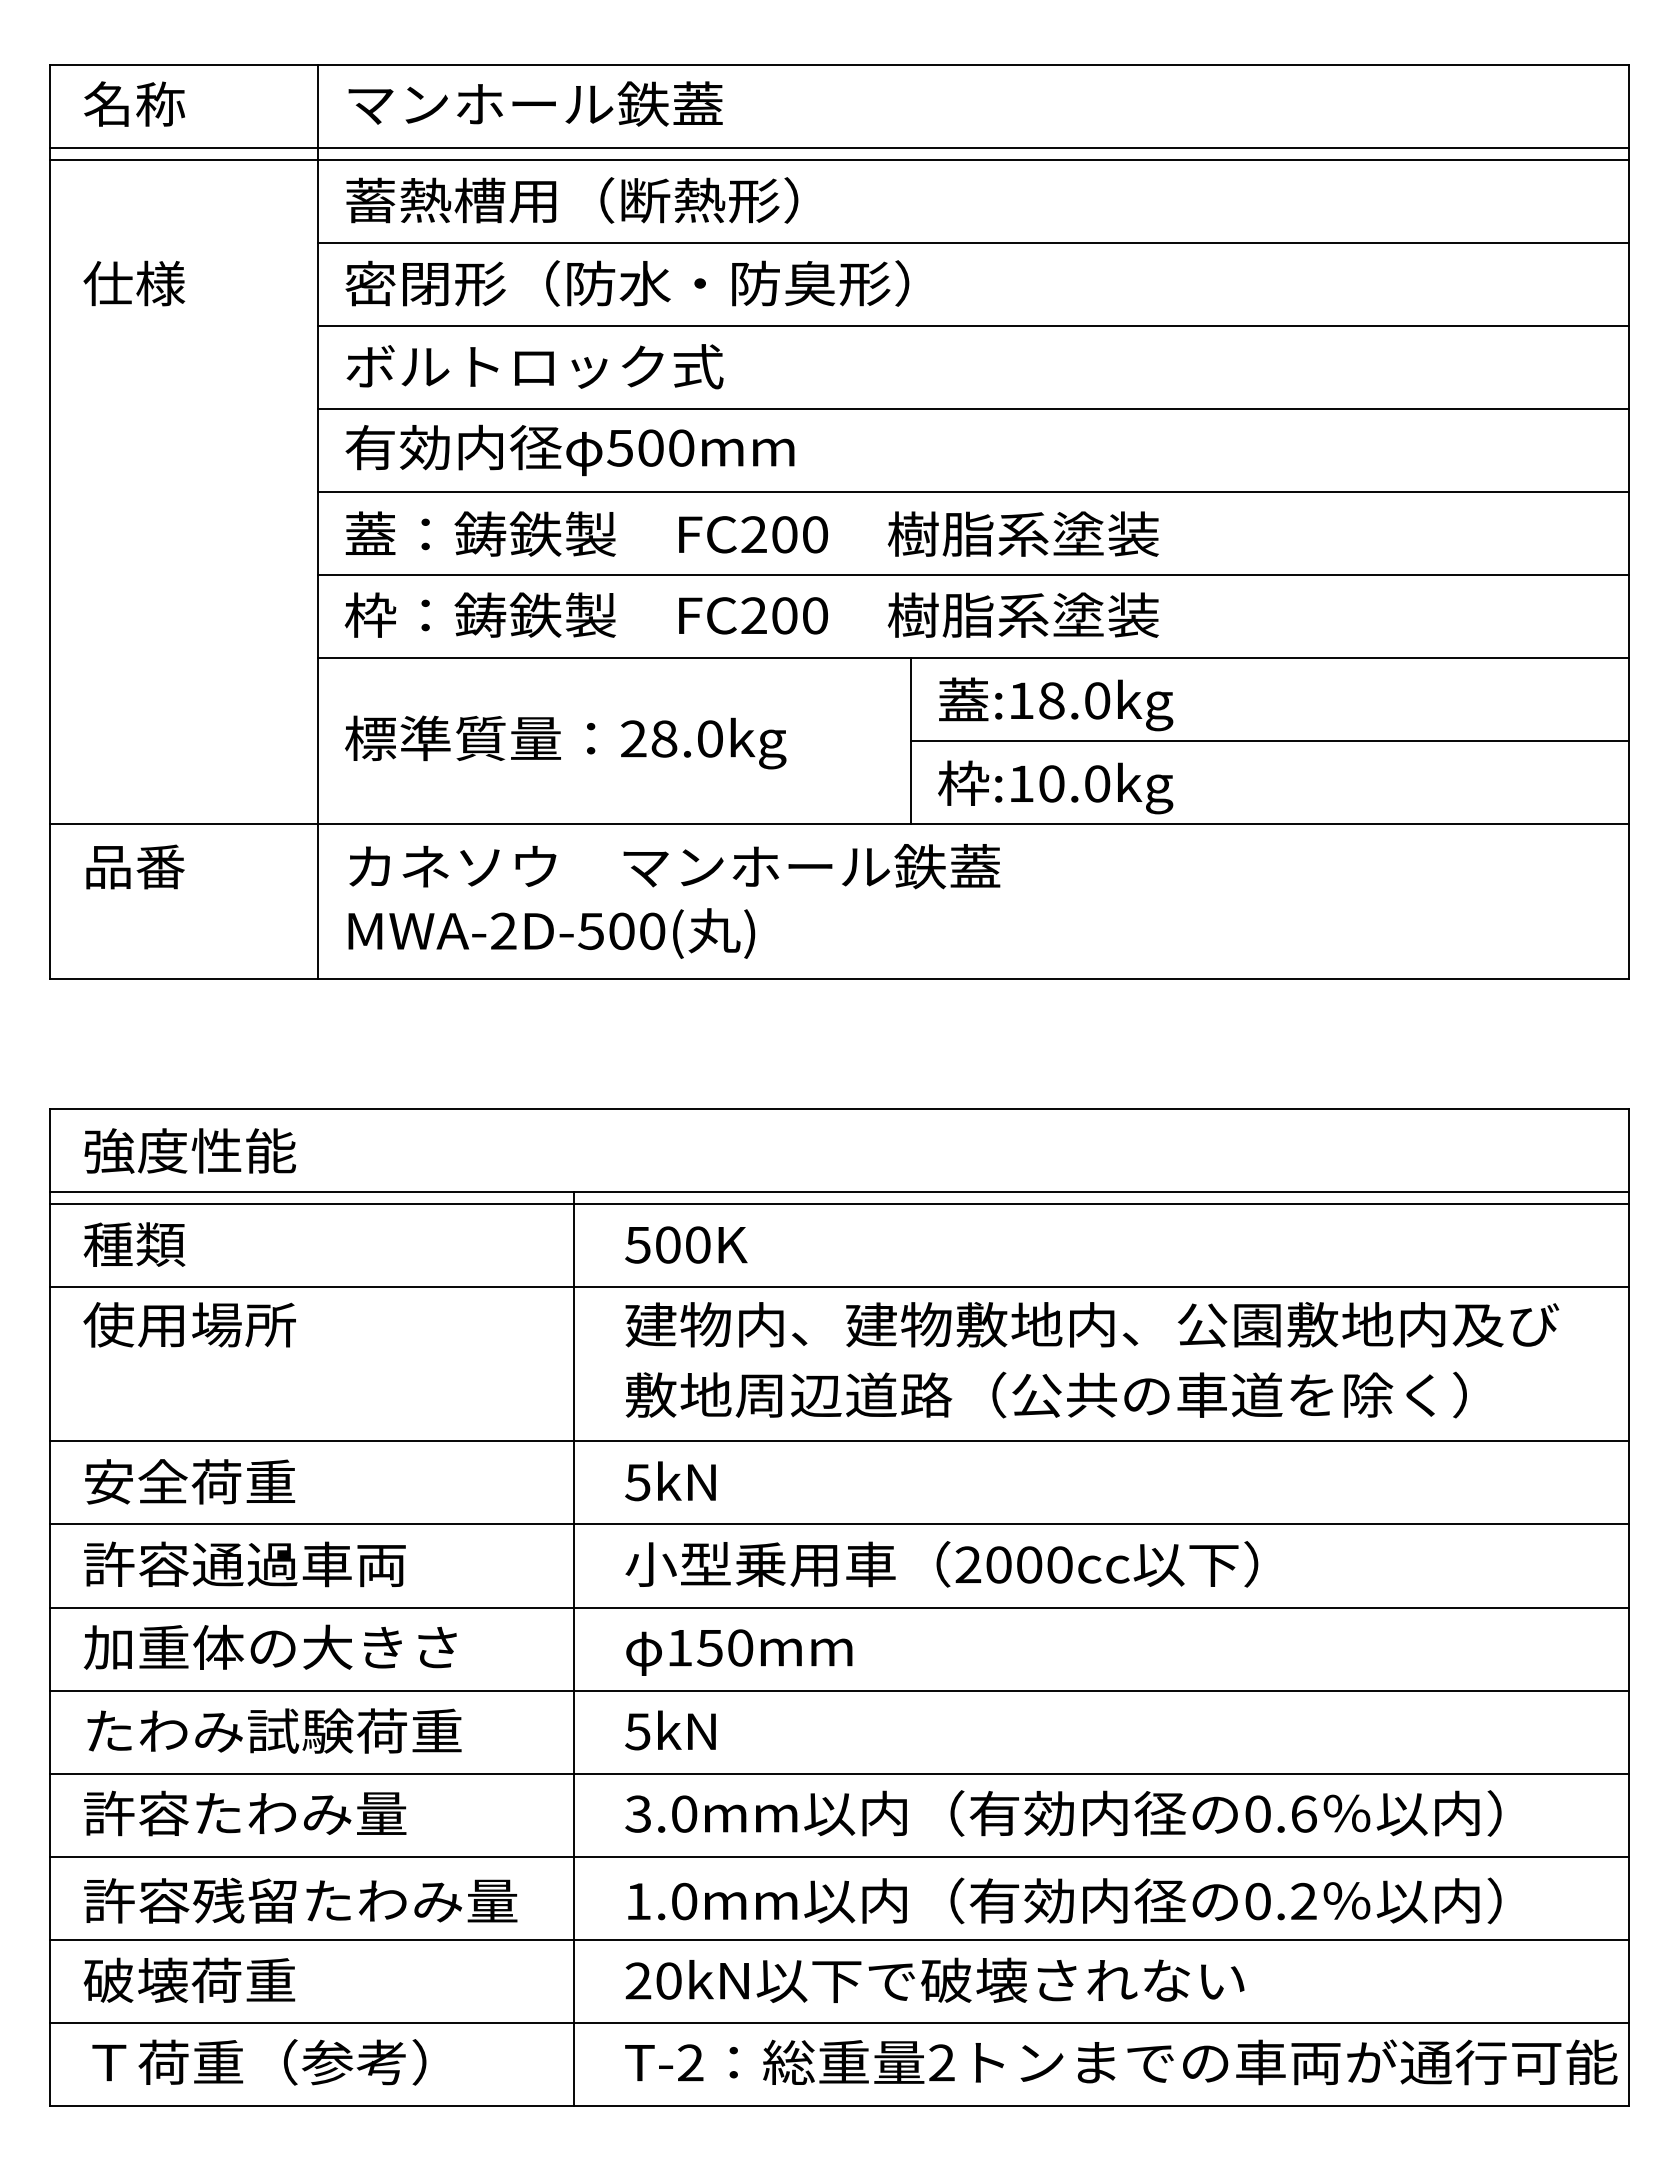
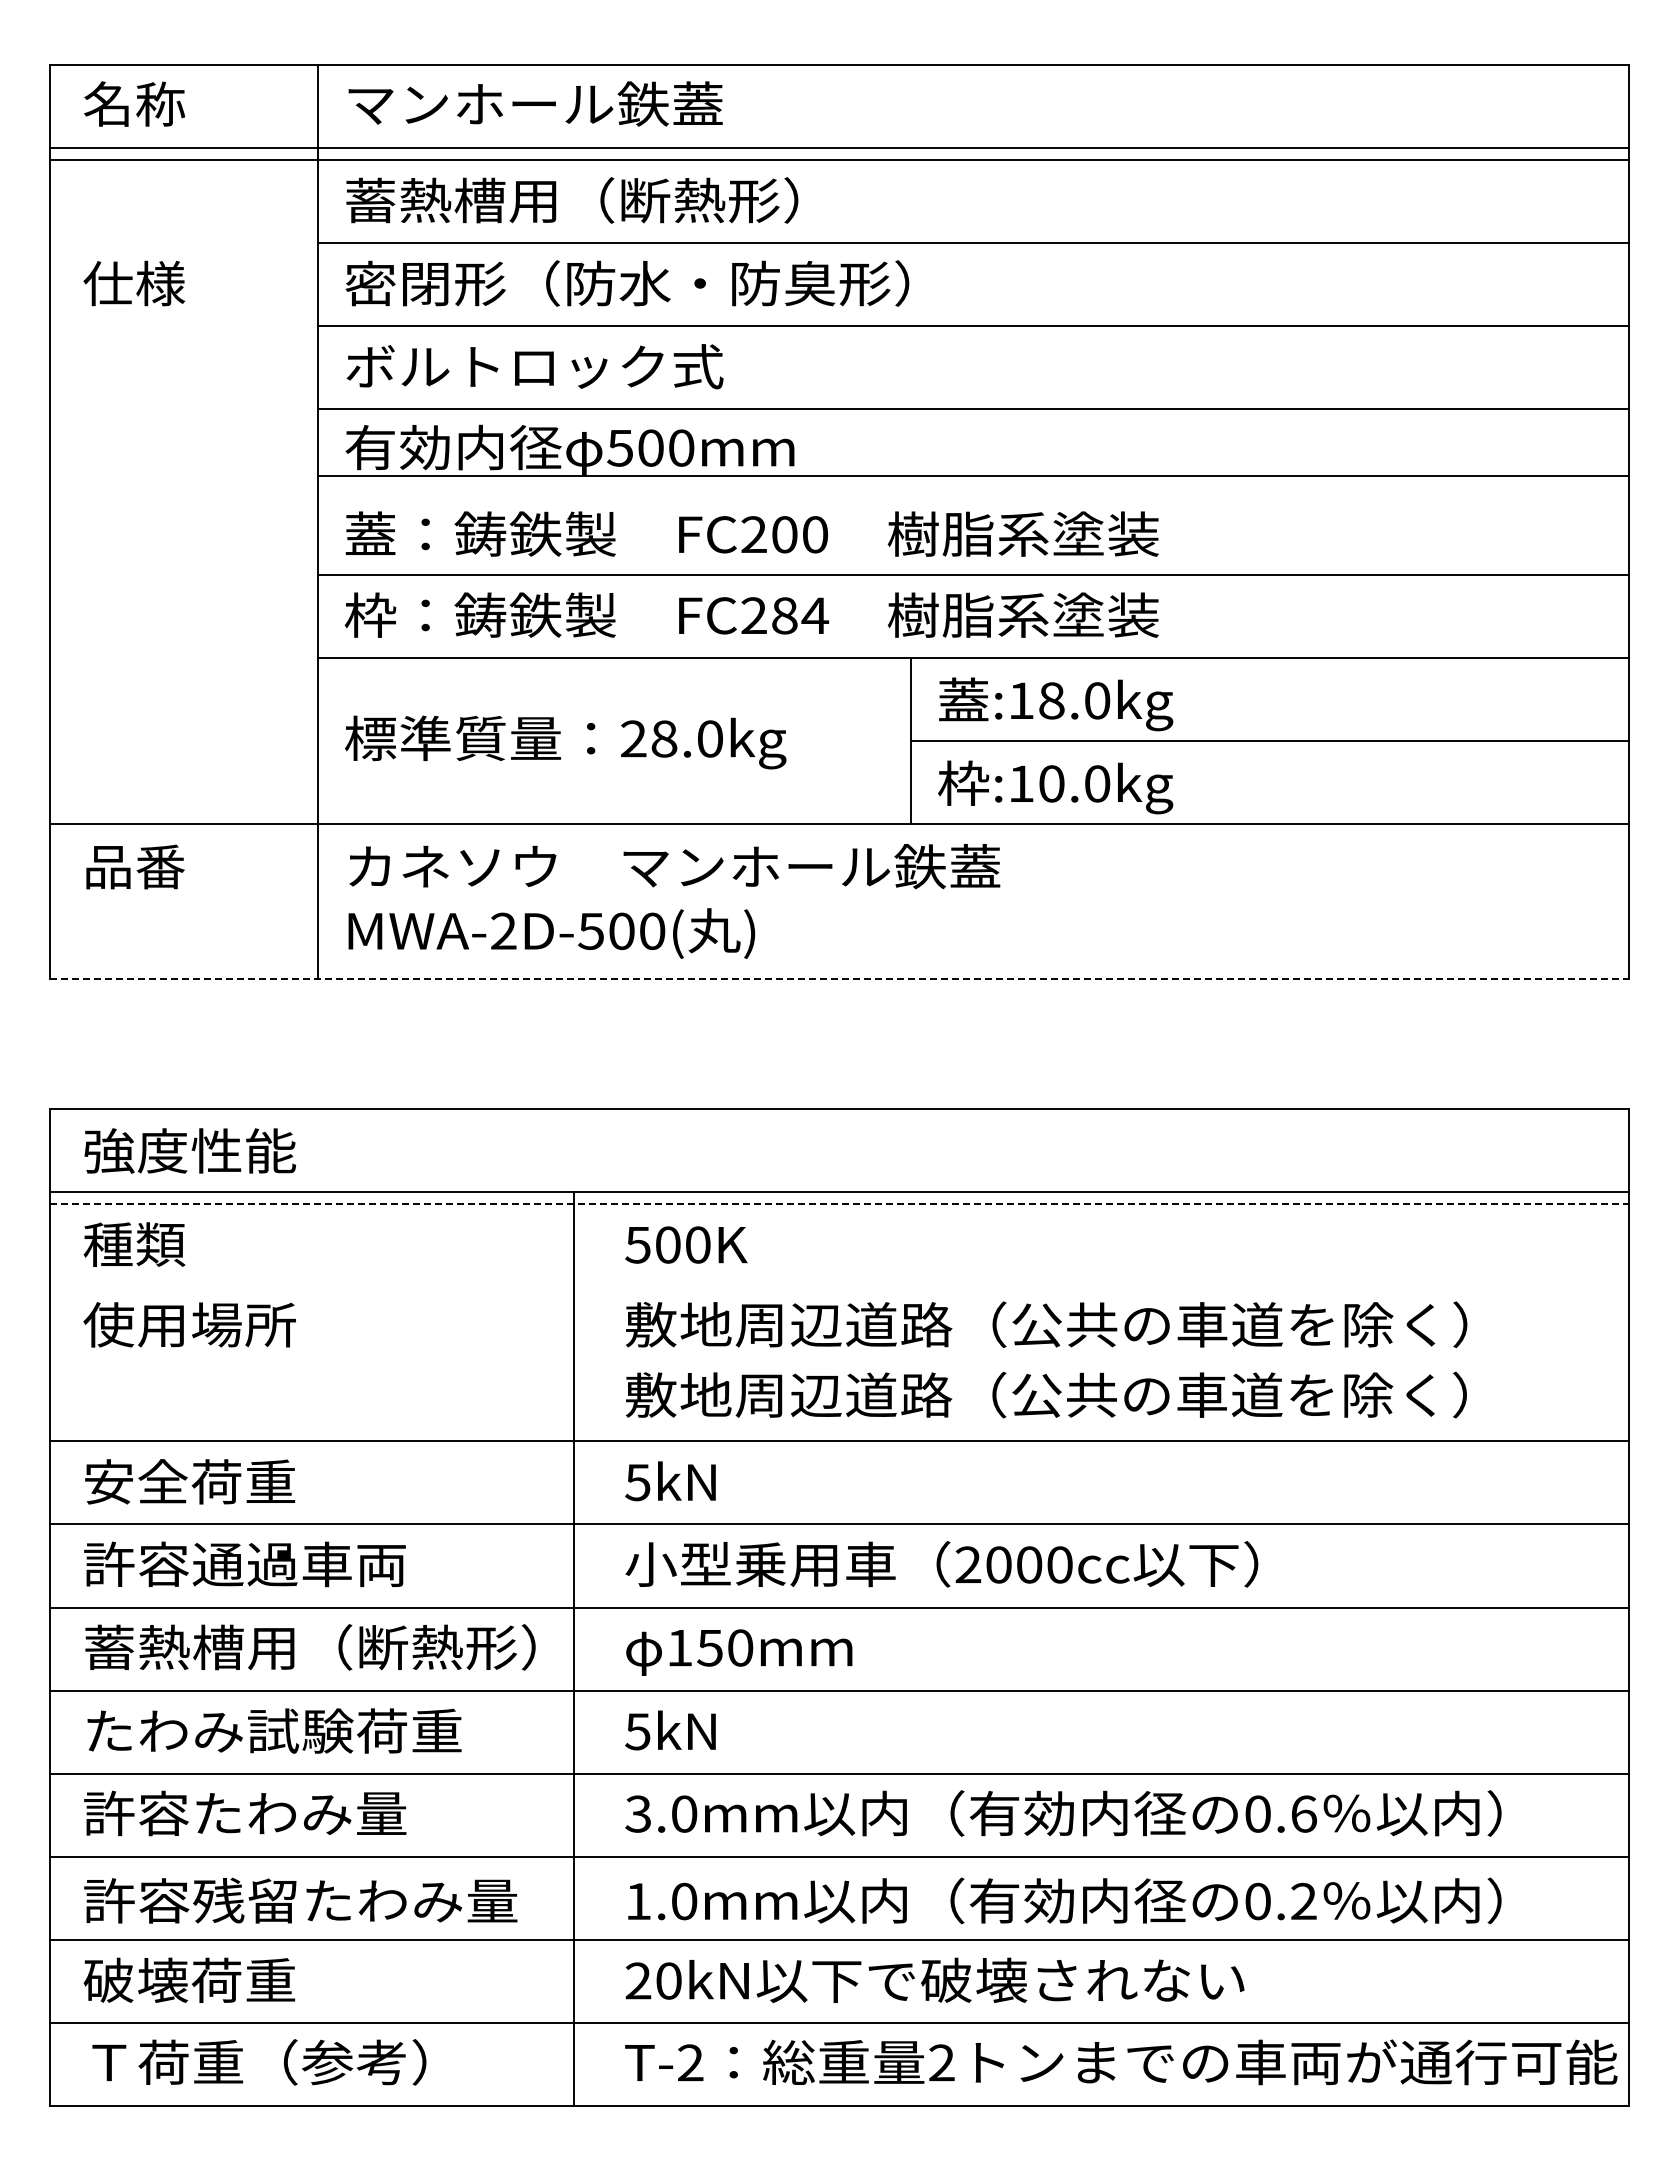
line at (972, 492) position: (972, 492) -> (972, 476)
text at (800, 615): FC200 -> FC284
line at (839, 979): solid -> dashed
line at (839, 1204): solid -> dashed
line at (839, 1287): present -> none
text at (1092, 1324): 建物内、建物敷地内、公園敷地内及び -> 敷地周辺道路（公共の車道を除く）
text at (309, 1647): 加重体の大きさ -> 蓄熱槽用（断熱形）
